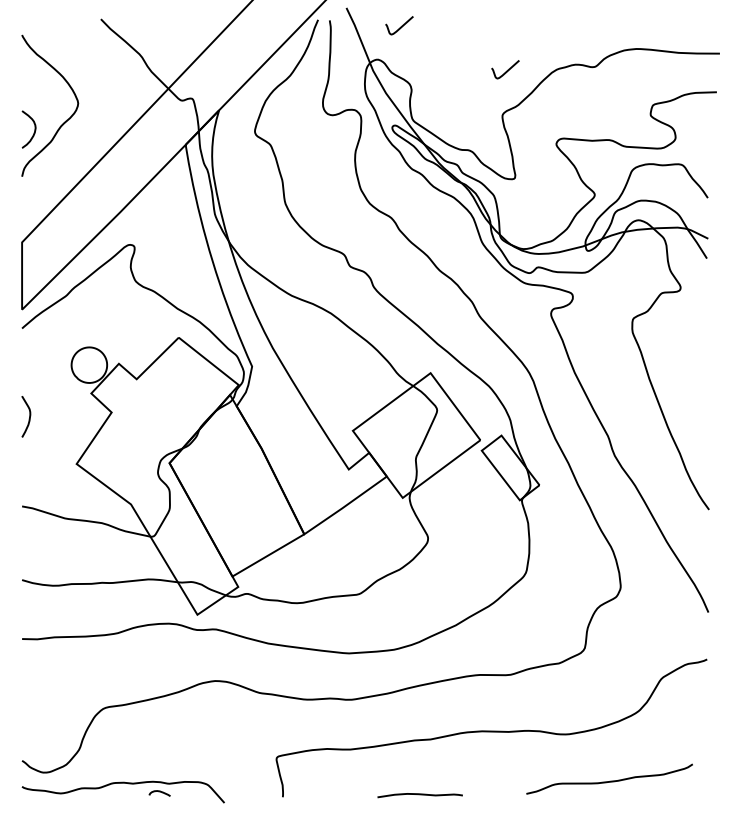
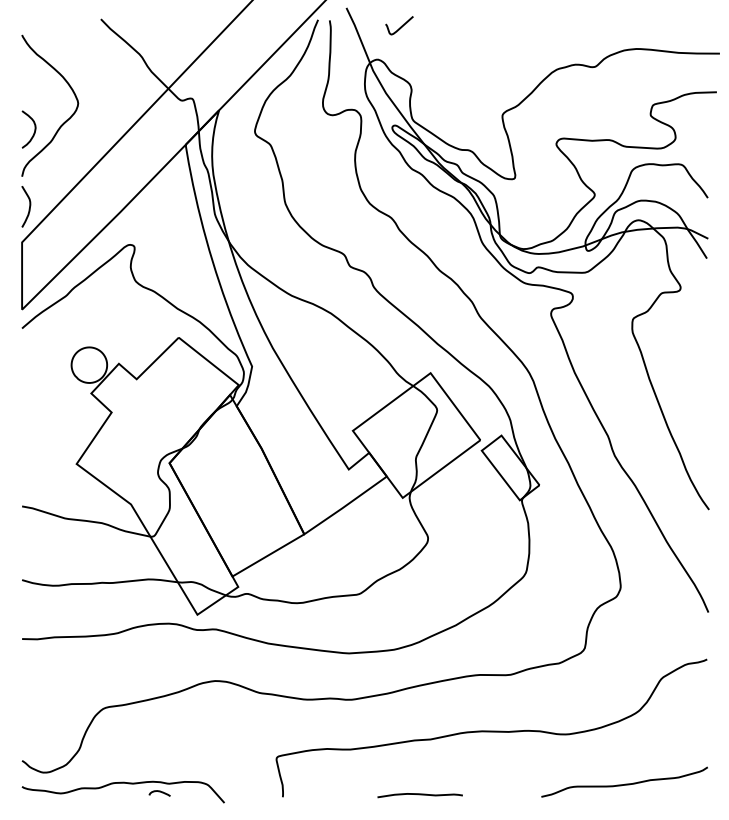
curve at (506, 70): present -> none
curve at (29, 416) position: (29, 416) -> (29, 206)
curve at (610, 780) position: (610, 780) -> (625, 783)
